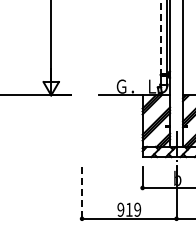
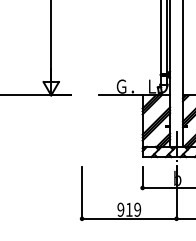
line at (160, 37): dashed -> solid
line at (82, 193): dashed -> solid
